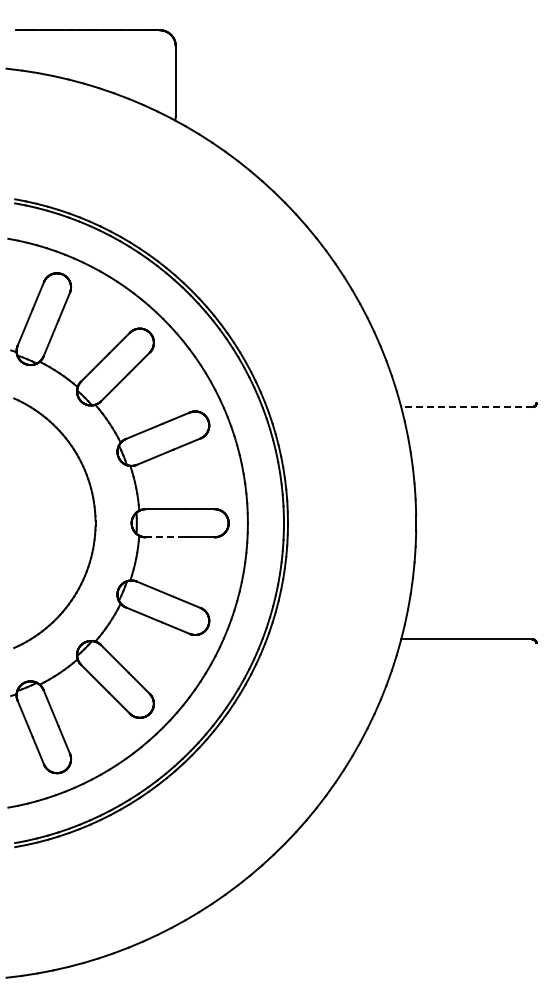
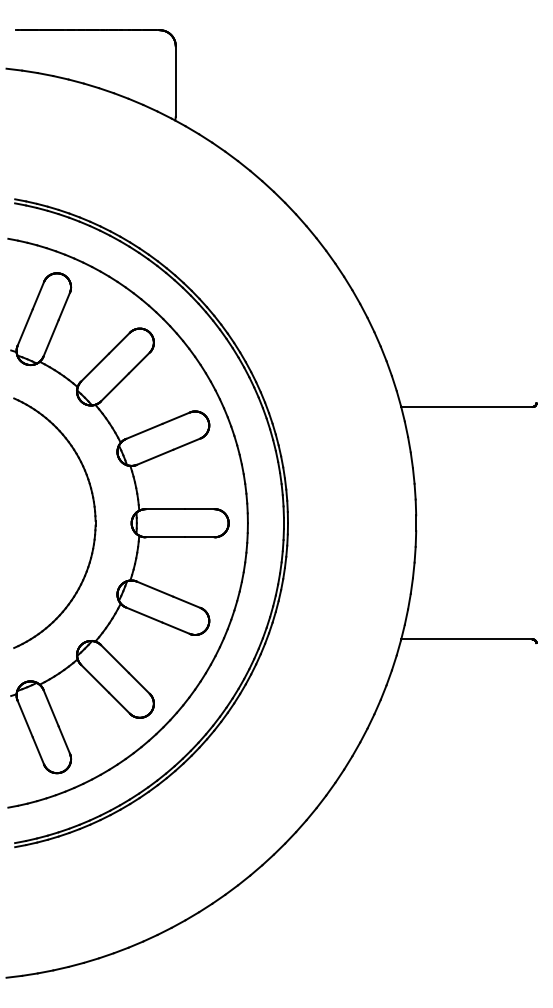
line at (466, 406): dashed -> solid
line at (165, 537): dashed -> solid
